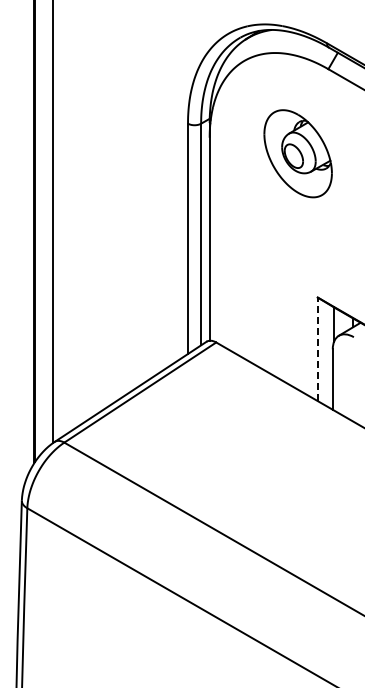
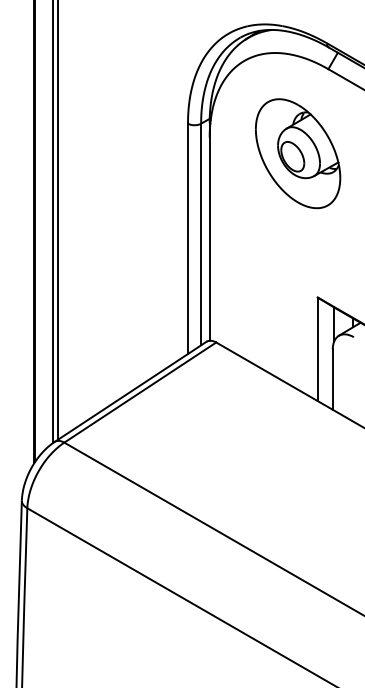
part at (297, 153) size: 70x90 px -> 87x112 px
line at (57, 221): none -> present
line at (317, 349): dashed -> solid
